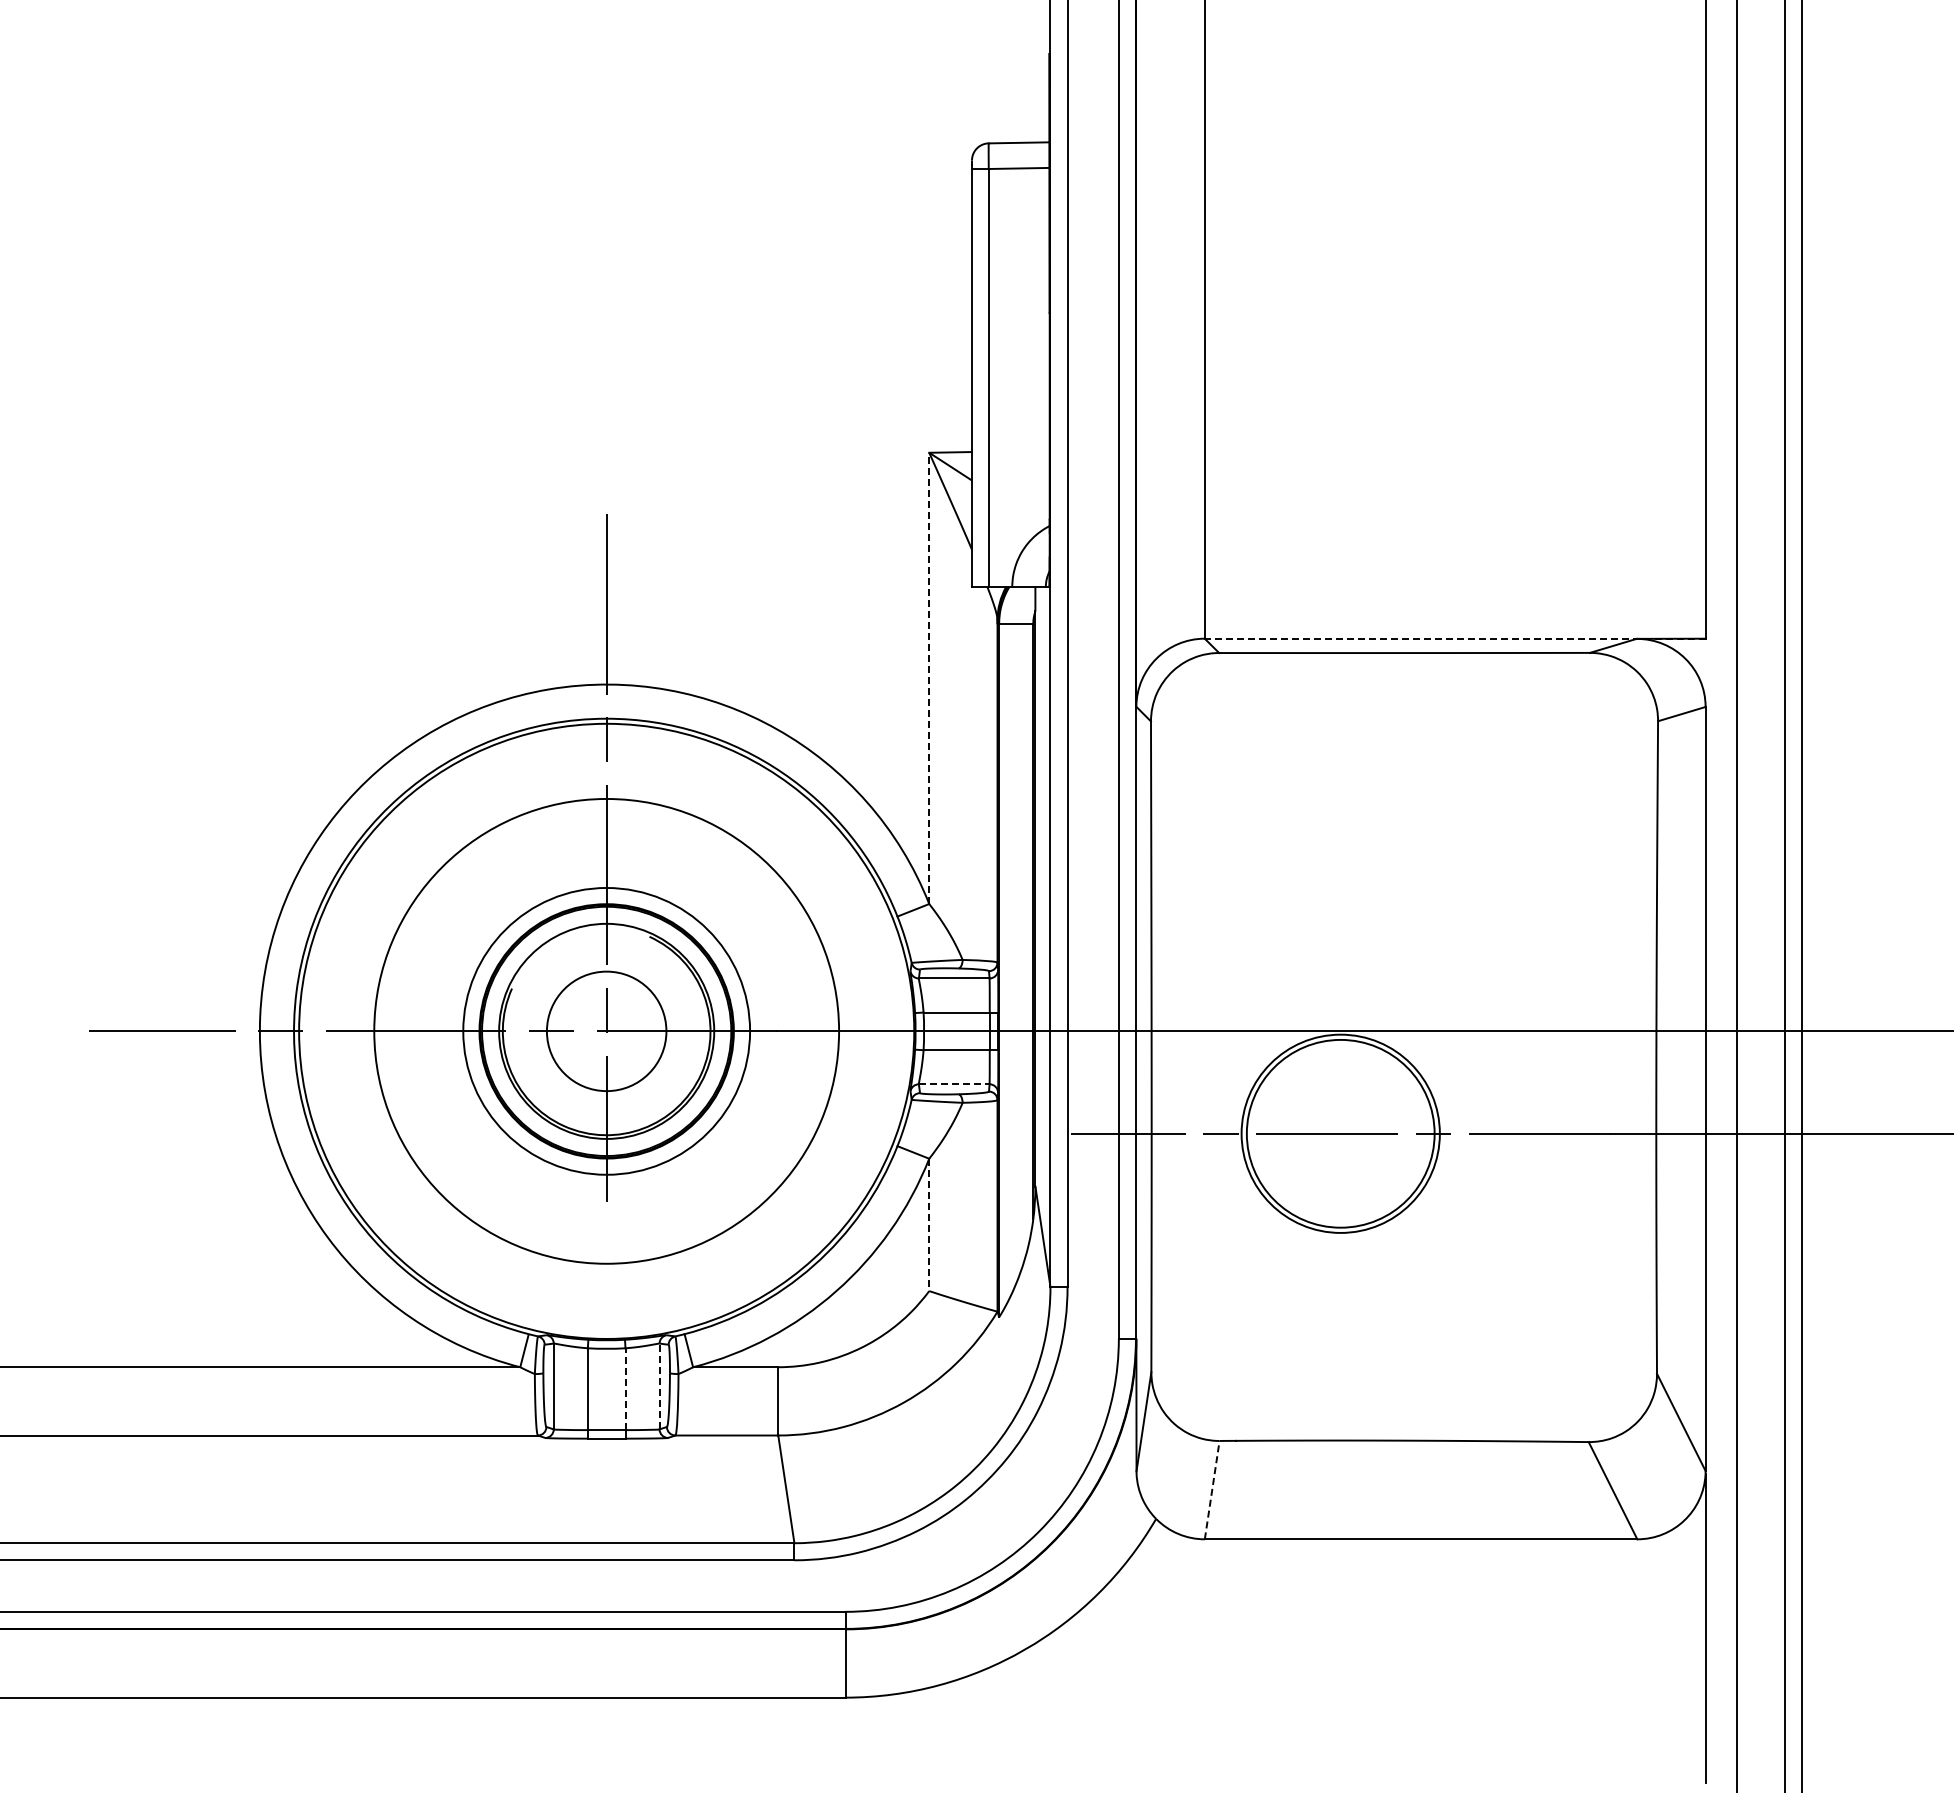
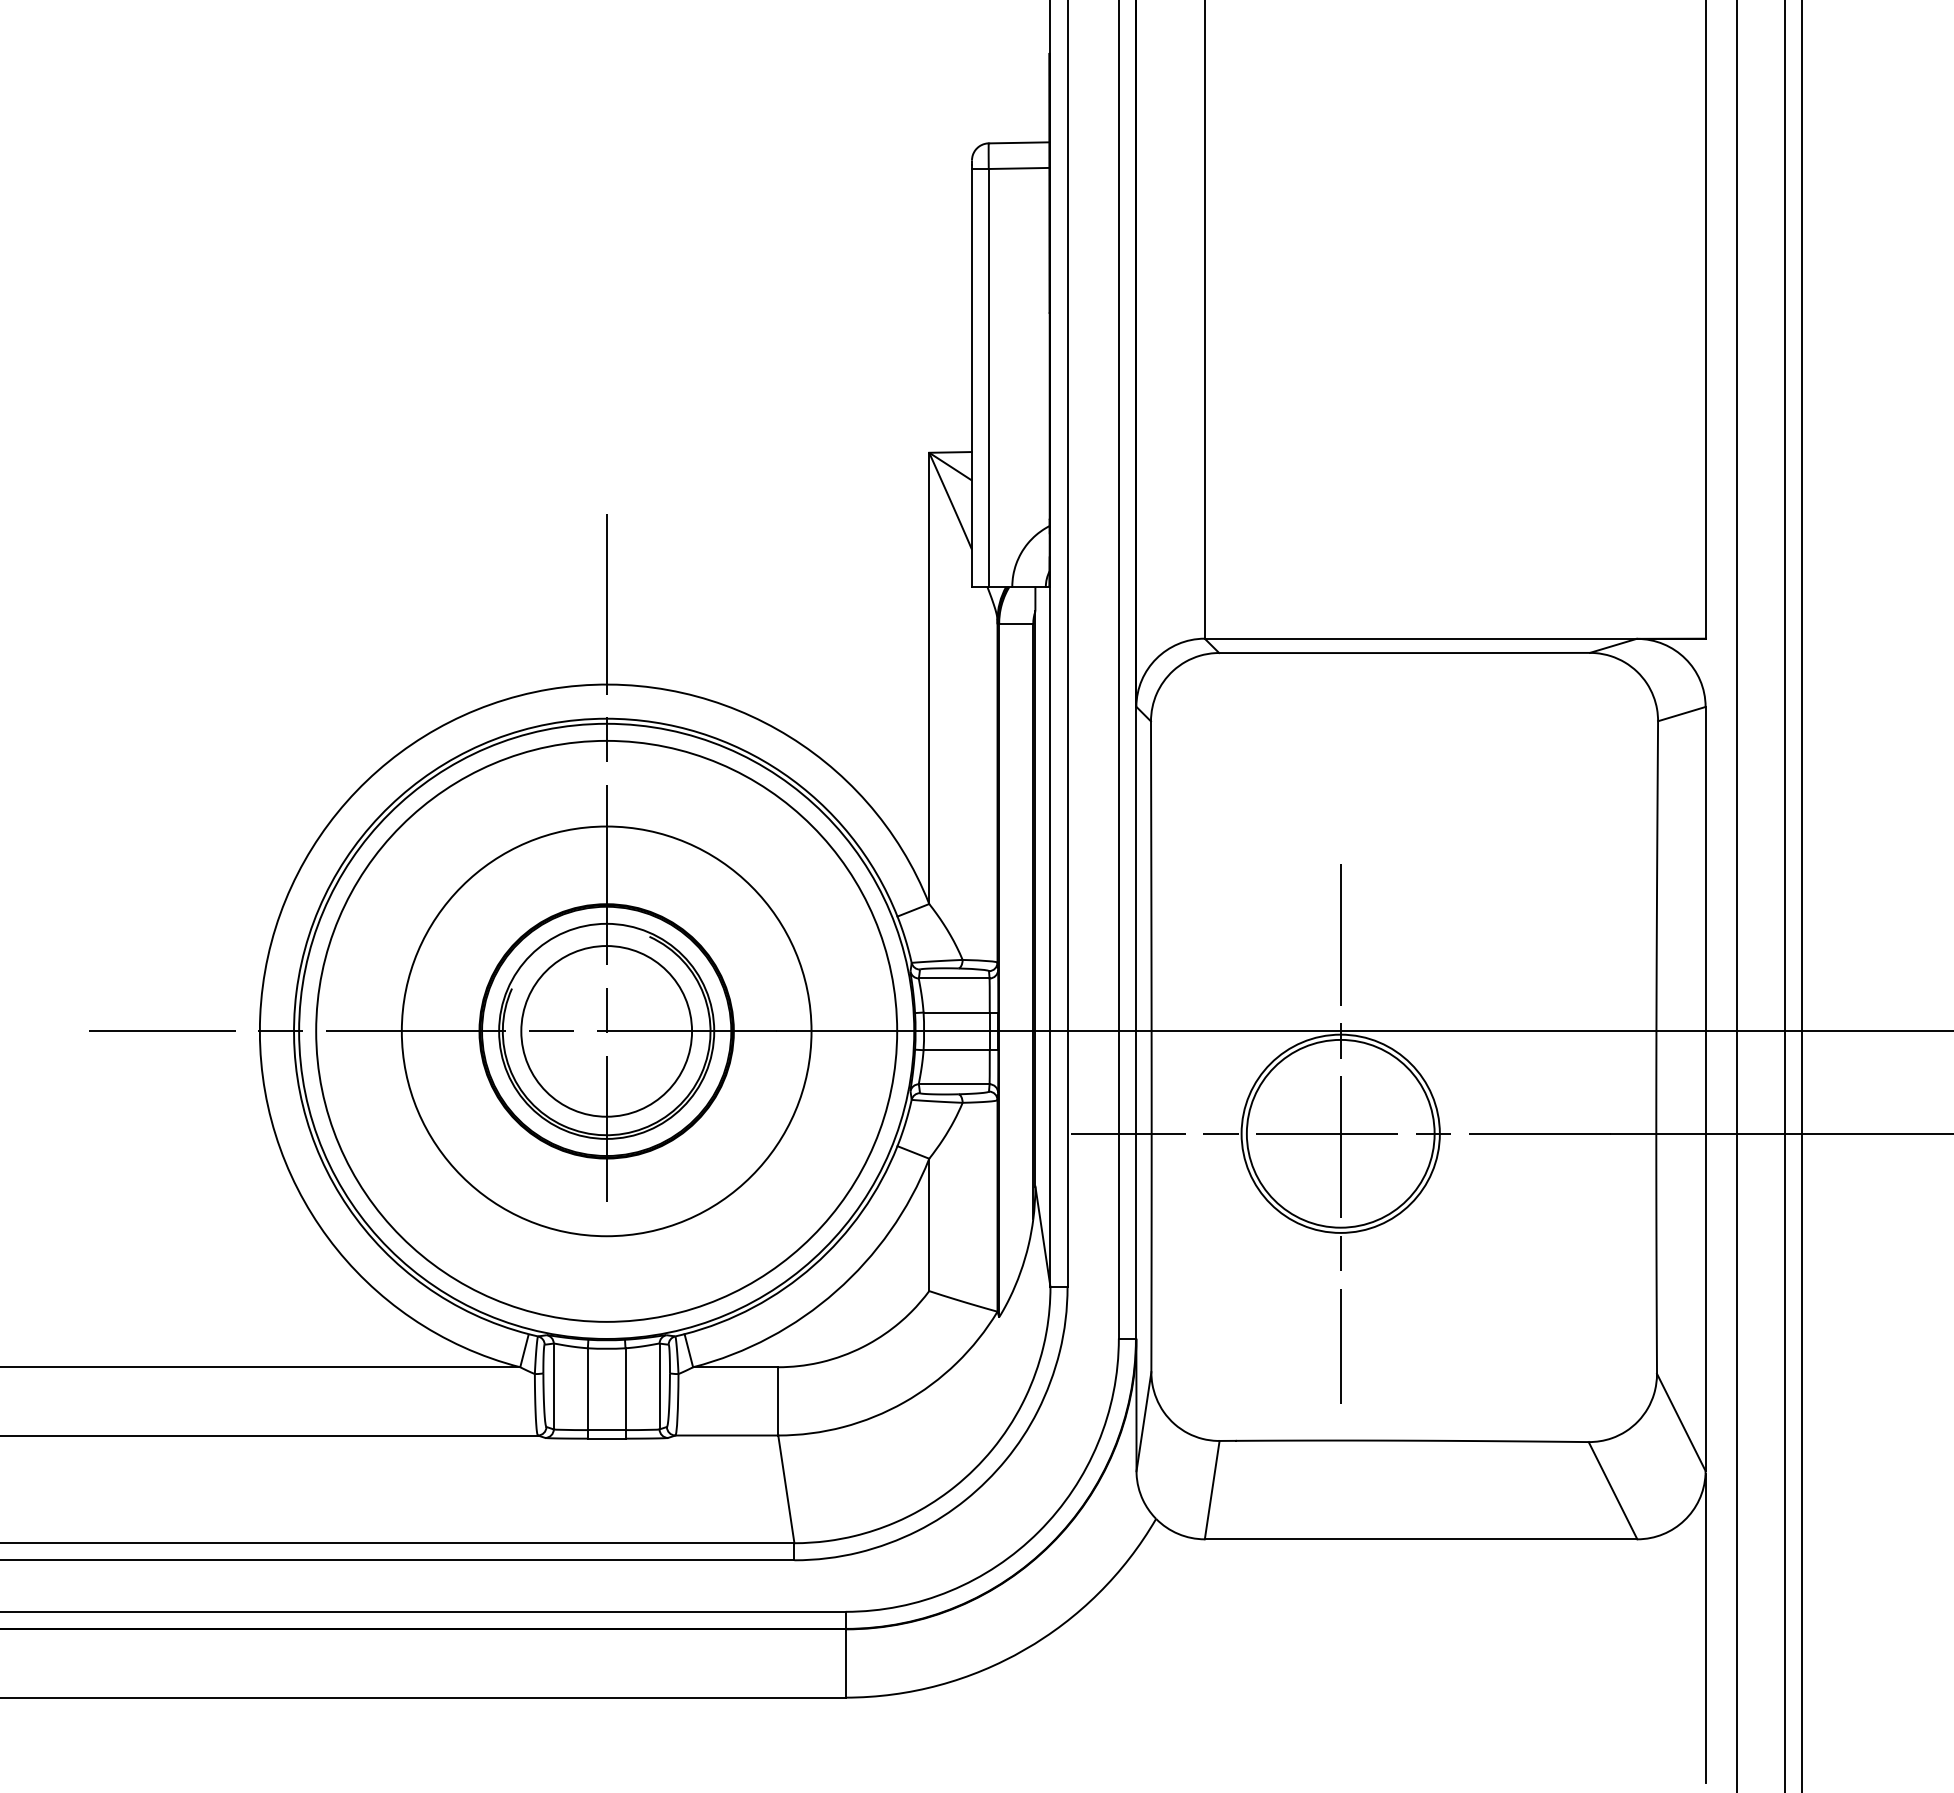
line at (1455, 638): dashed -> solid
line at (929, 678): dashed -> solid
circle at (606, 1030) diameter: 287 px -> 410 px
circle at (606, 1030) diameter: 465 px -> 581 px
circle at (606, 1031) diameter: 119 px -> 171 px
line at (954, 1084): dashed -> solid
line at (1340, 1133): none -> present
line at (929, 1225): dashed -> solid
line at (659, 1386): dashed -> solid
line at (625, 1389): dashed -> solid
line at (1212, 1490): dashed -> solid
